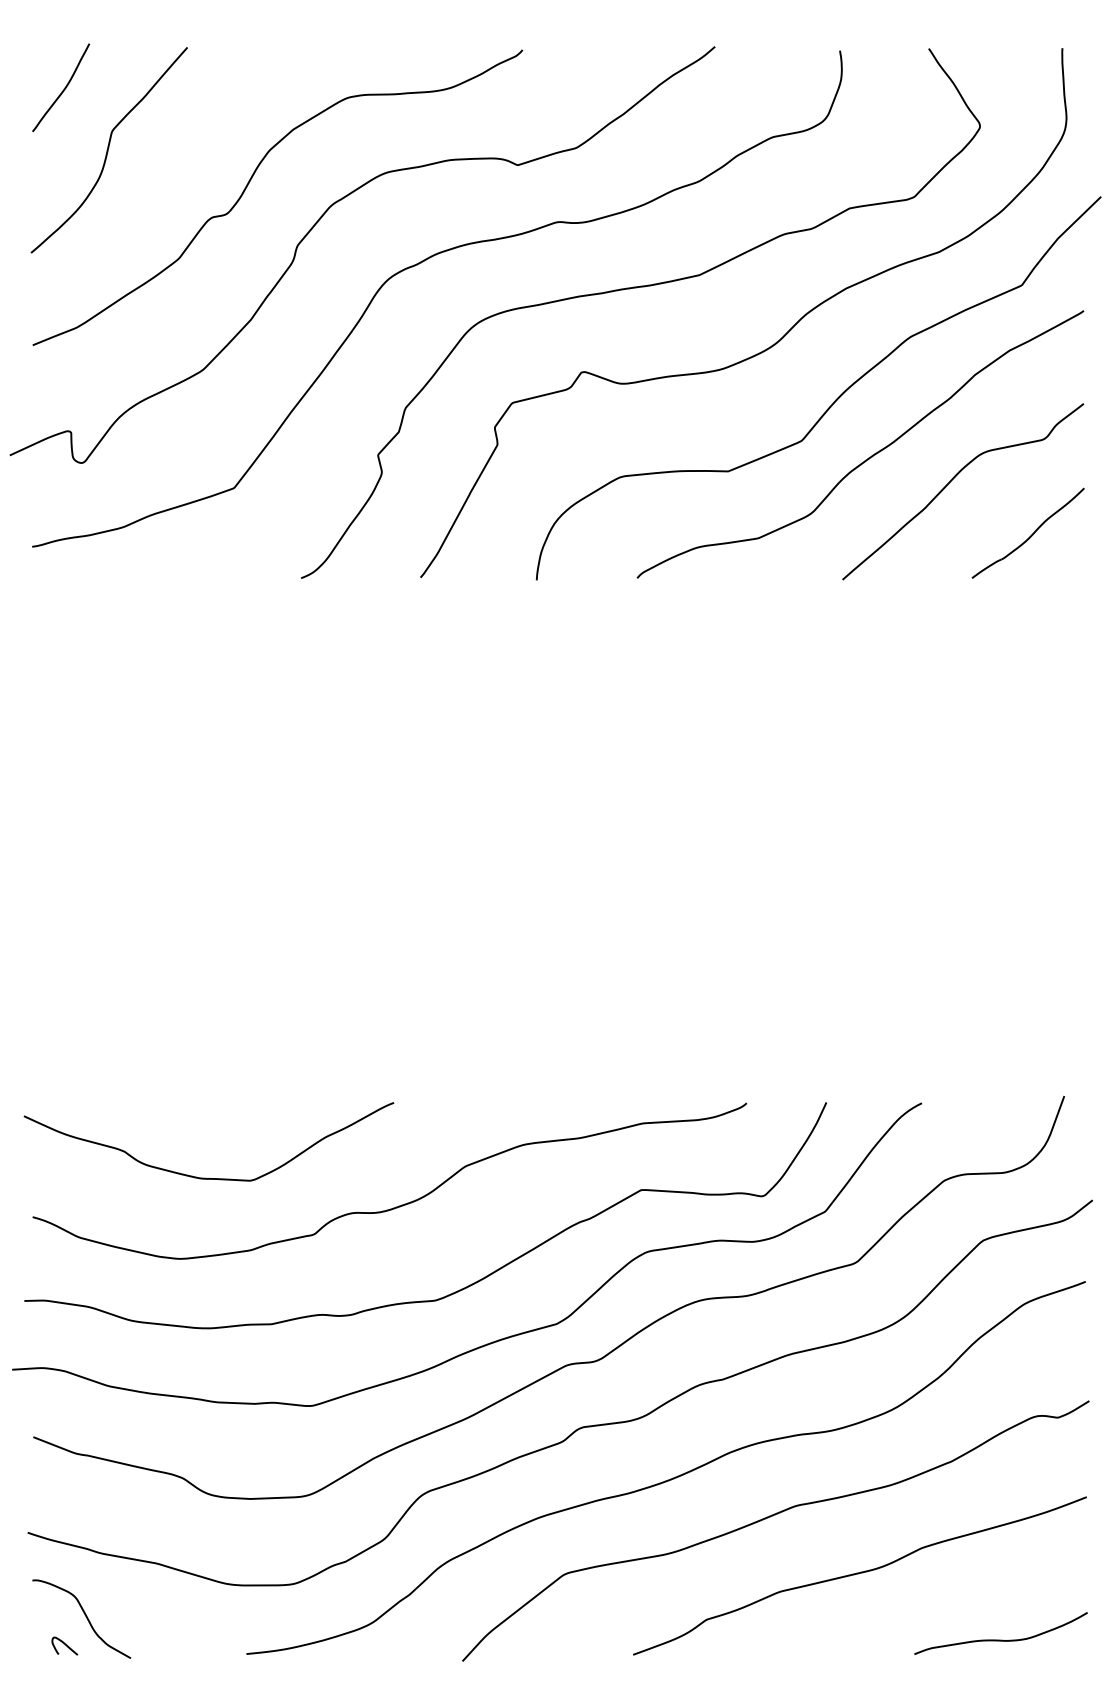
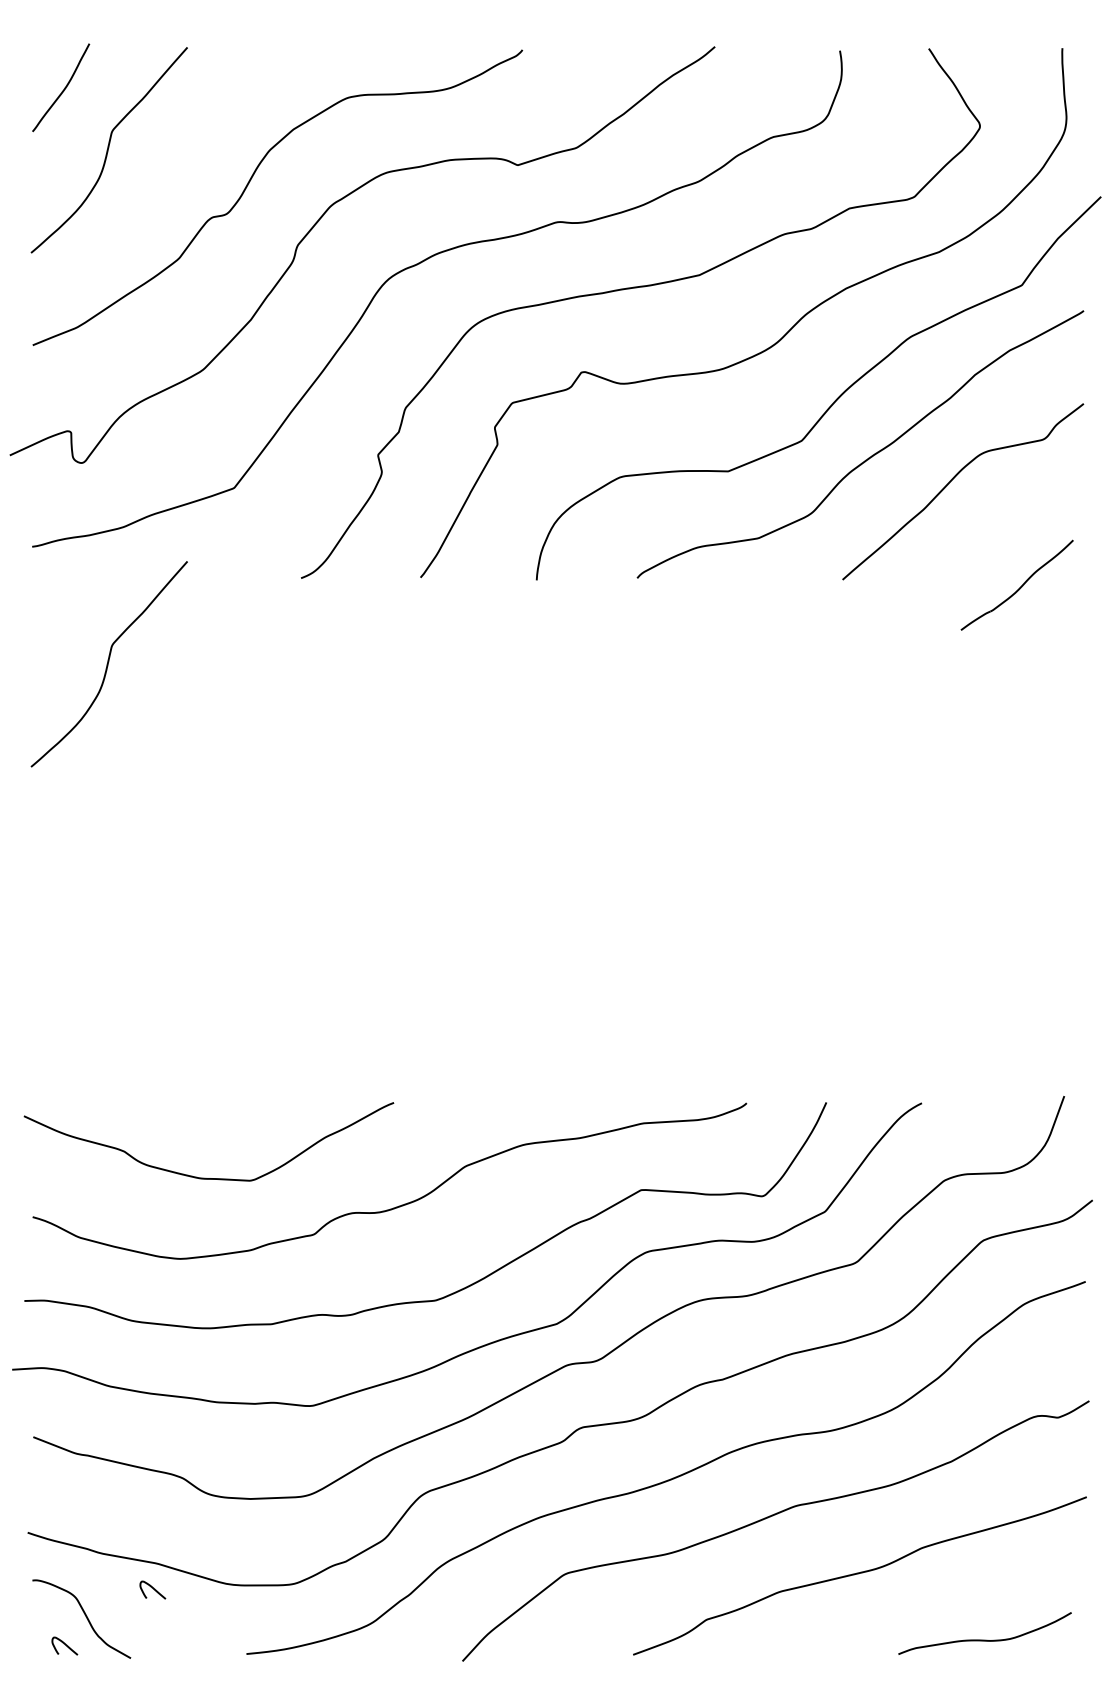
part at (1027, 532) position: (1027, 532) -> (1016, 584)
curve at (108, 664): none -> present
curve at (152, 1588): none -> present
curve at (1000, 1639) position: (1000, 1639) -> (984, 1639)
